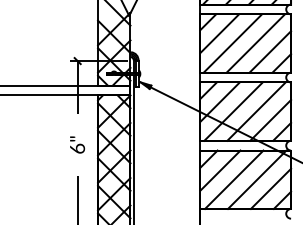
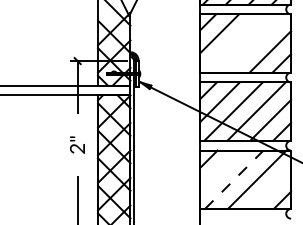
line at (232, 43): present -> none
line at (255, 43): present -> none
text at (77, 148): 6" -> 2"
line at (220, 170): present -> none
line at (234, 179): solid -> dashed
line at (270, 188): present -> none
